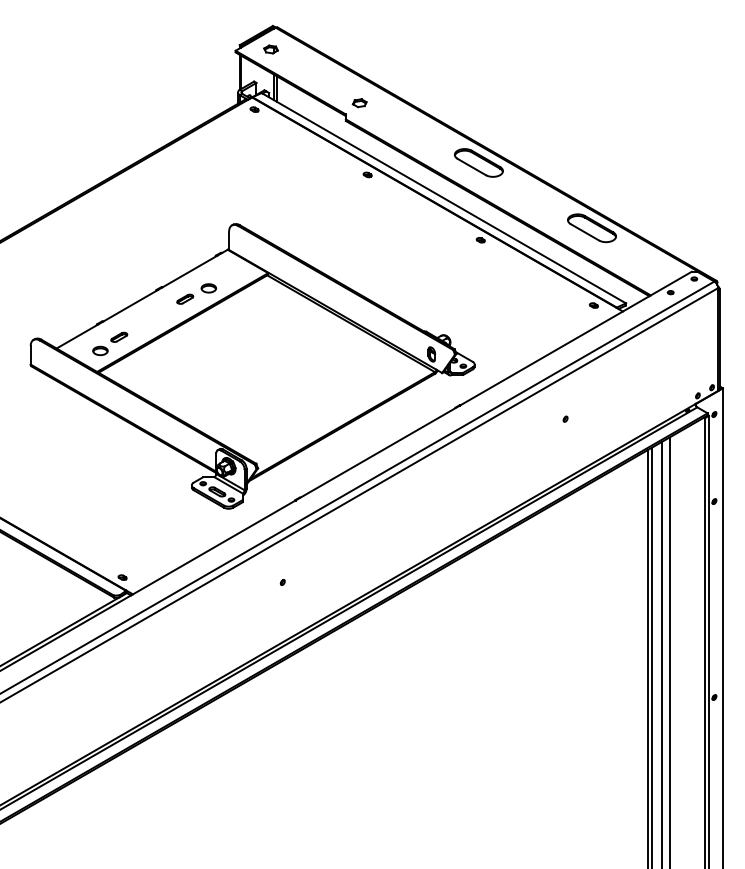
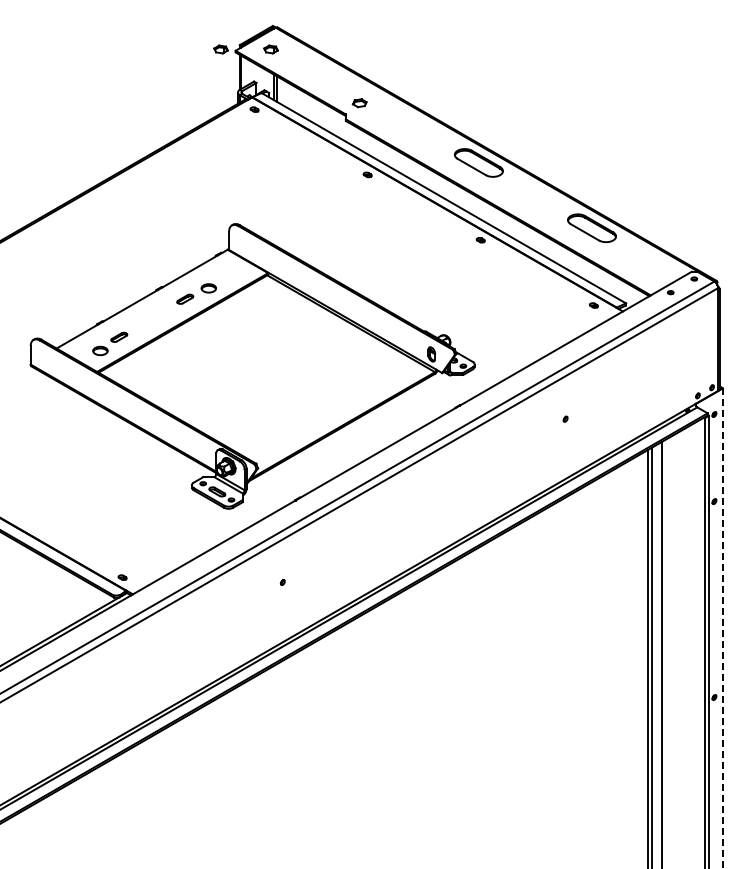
part at (220, 49): none -> present
line at (722, 629): solid -> dashed
line at (669, 651): present -> none
